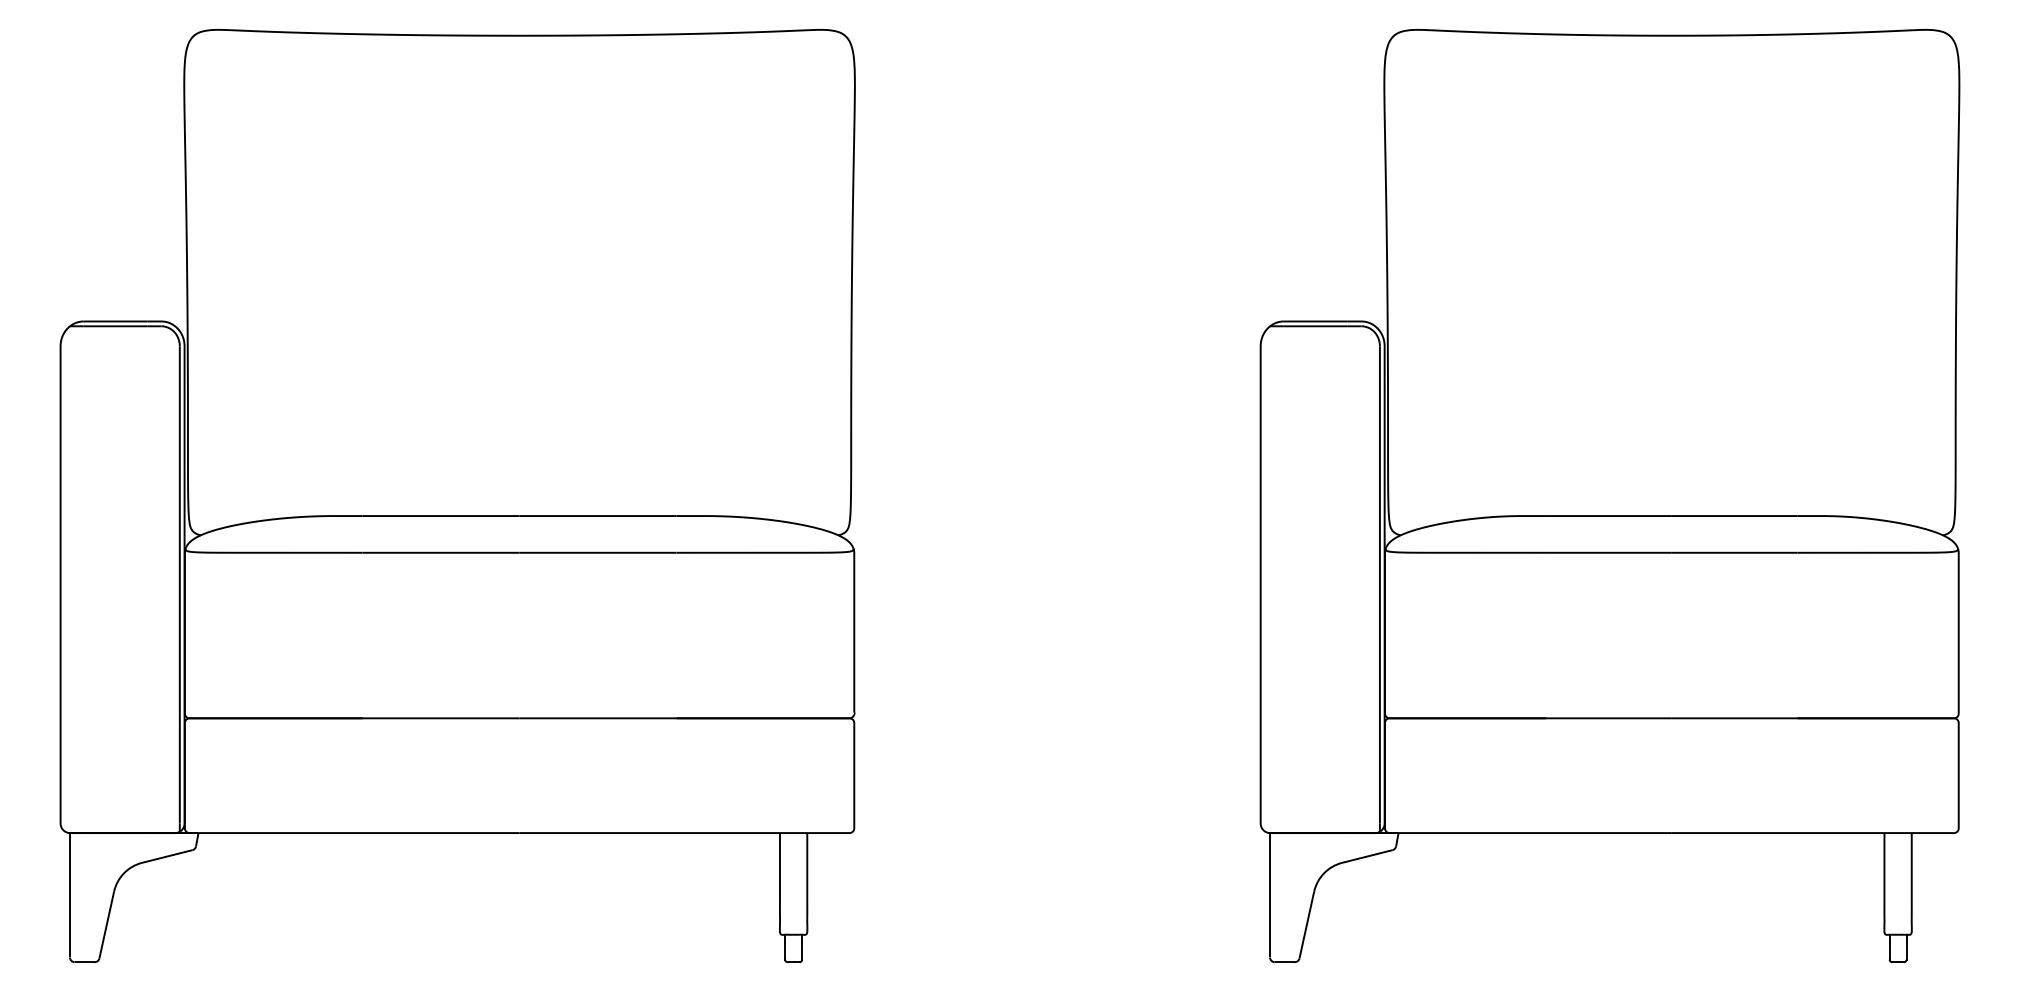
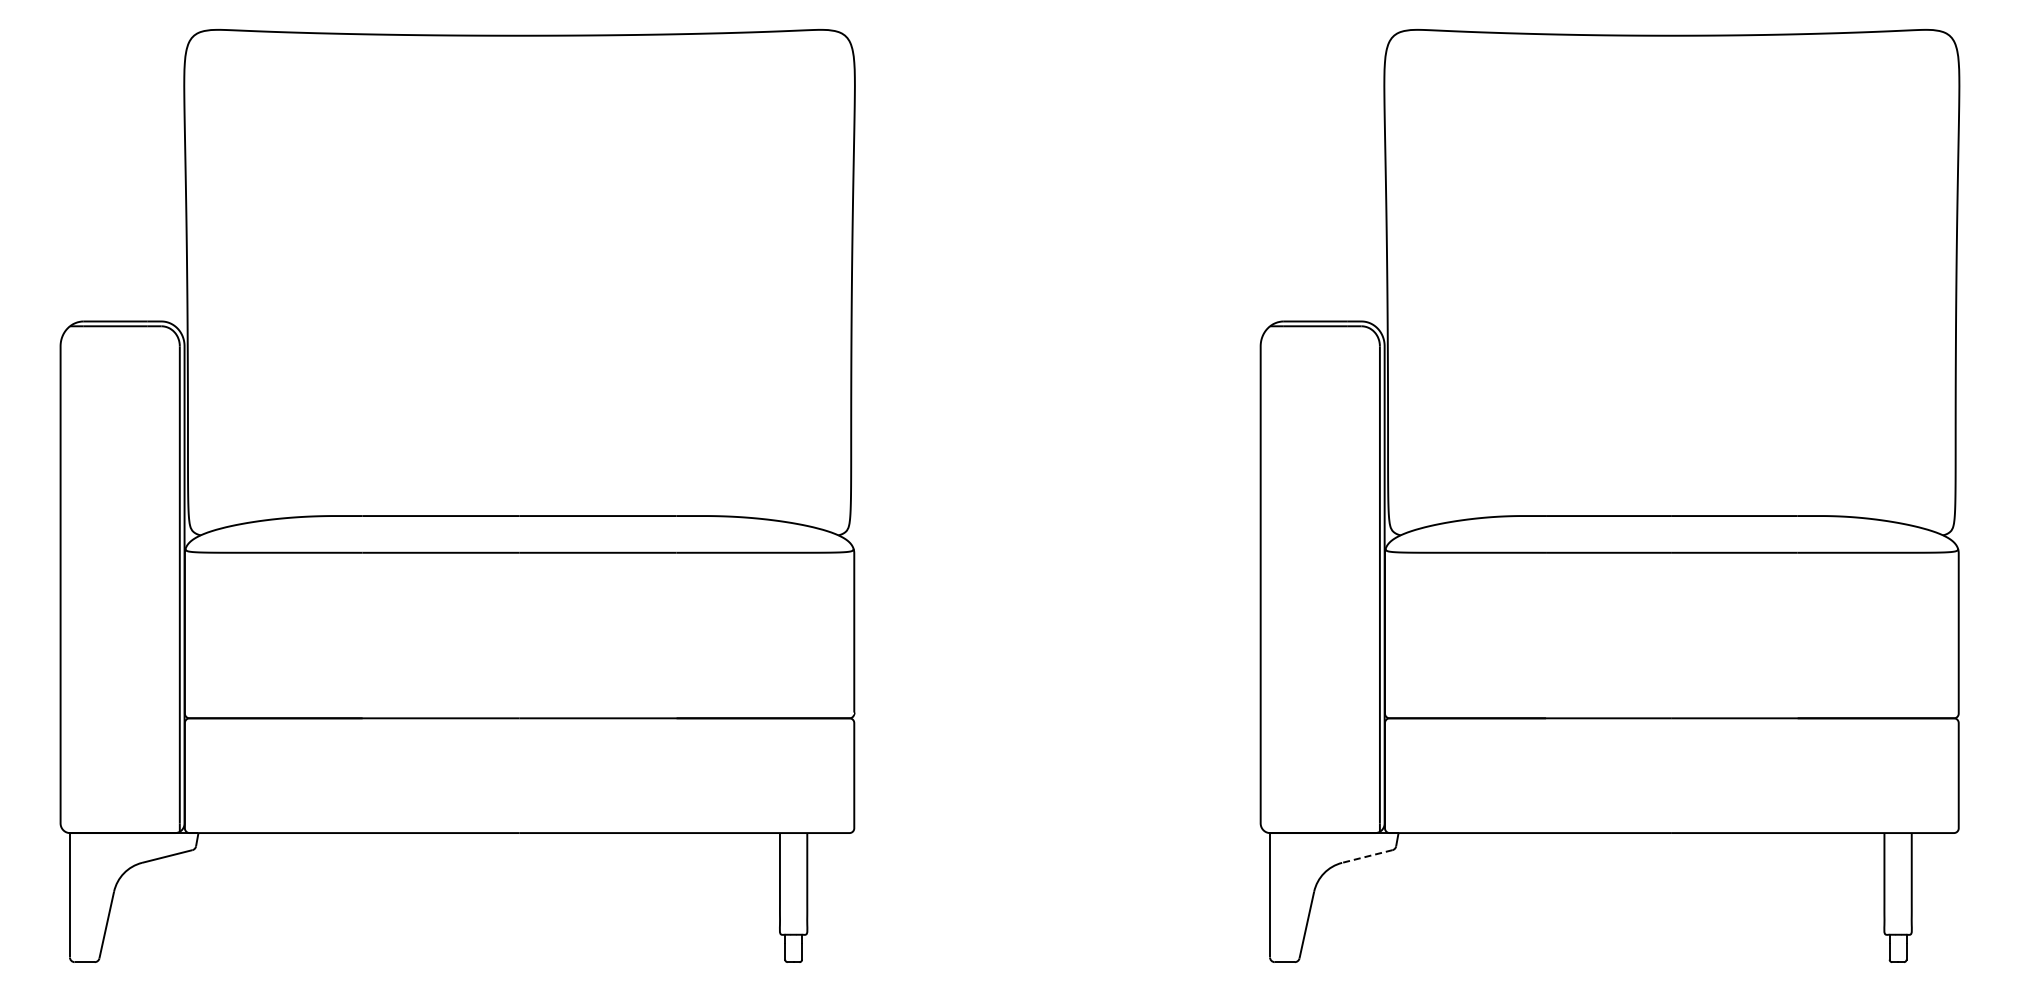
line at (1366, 856): solid -> dashed
